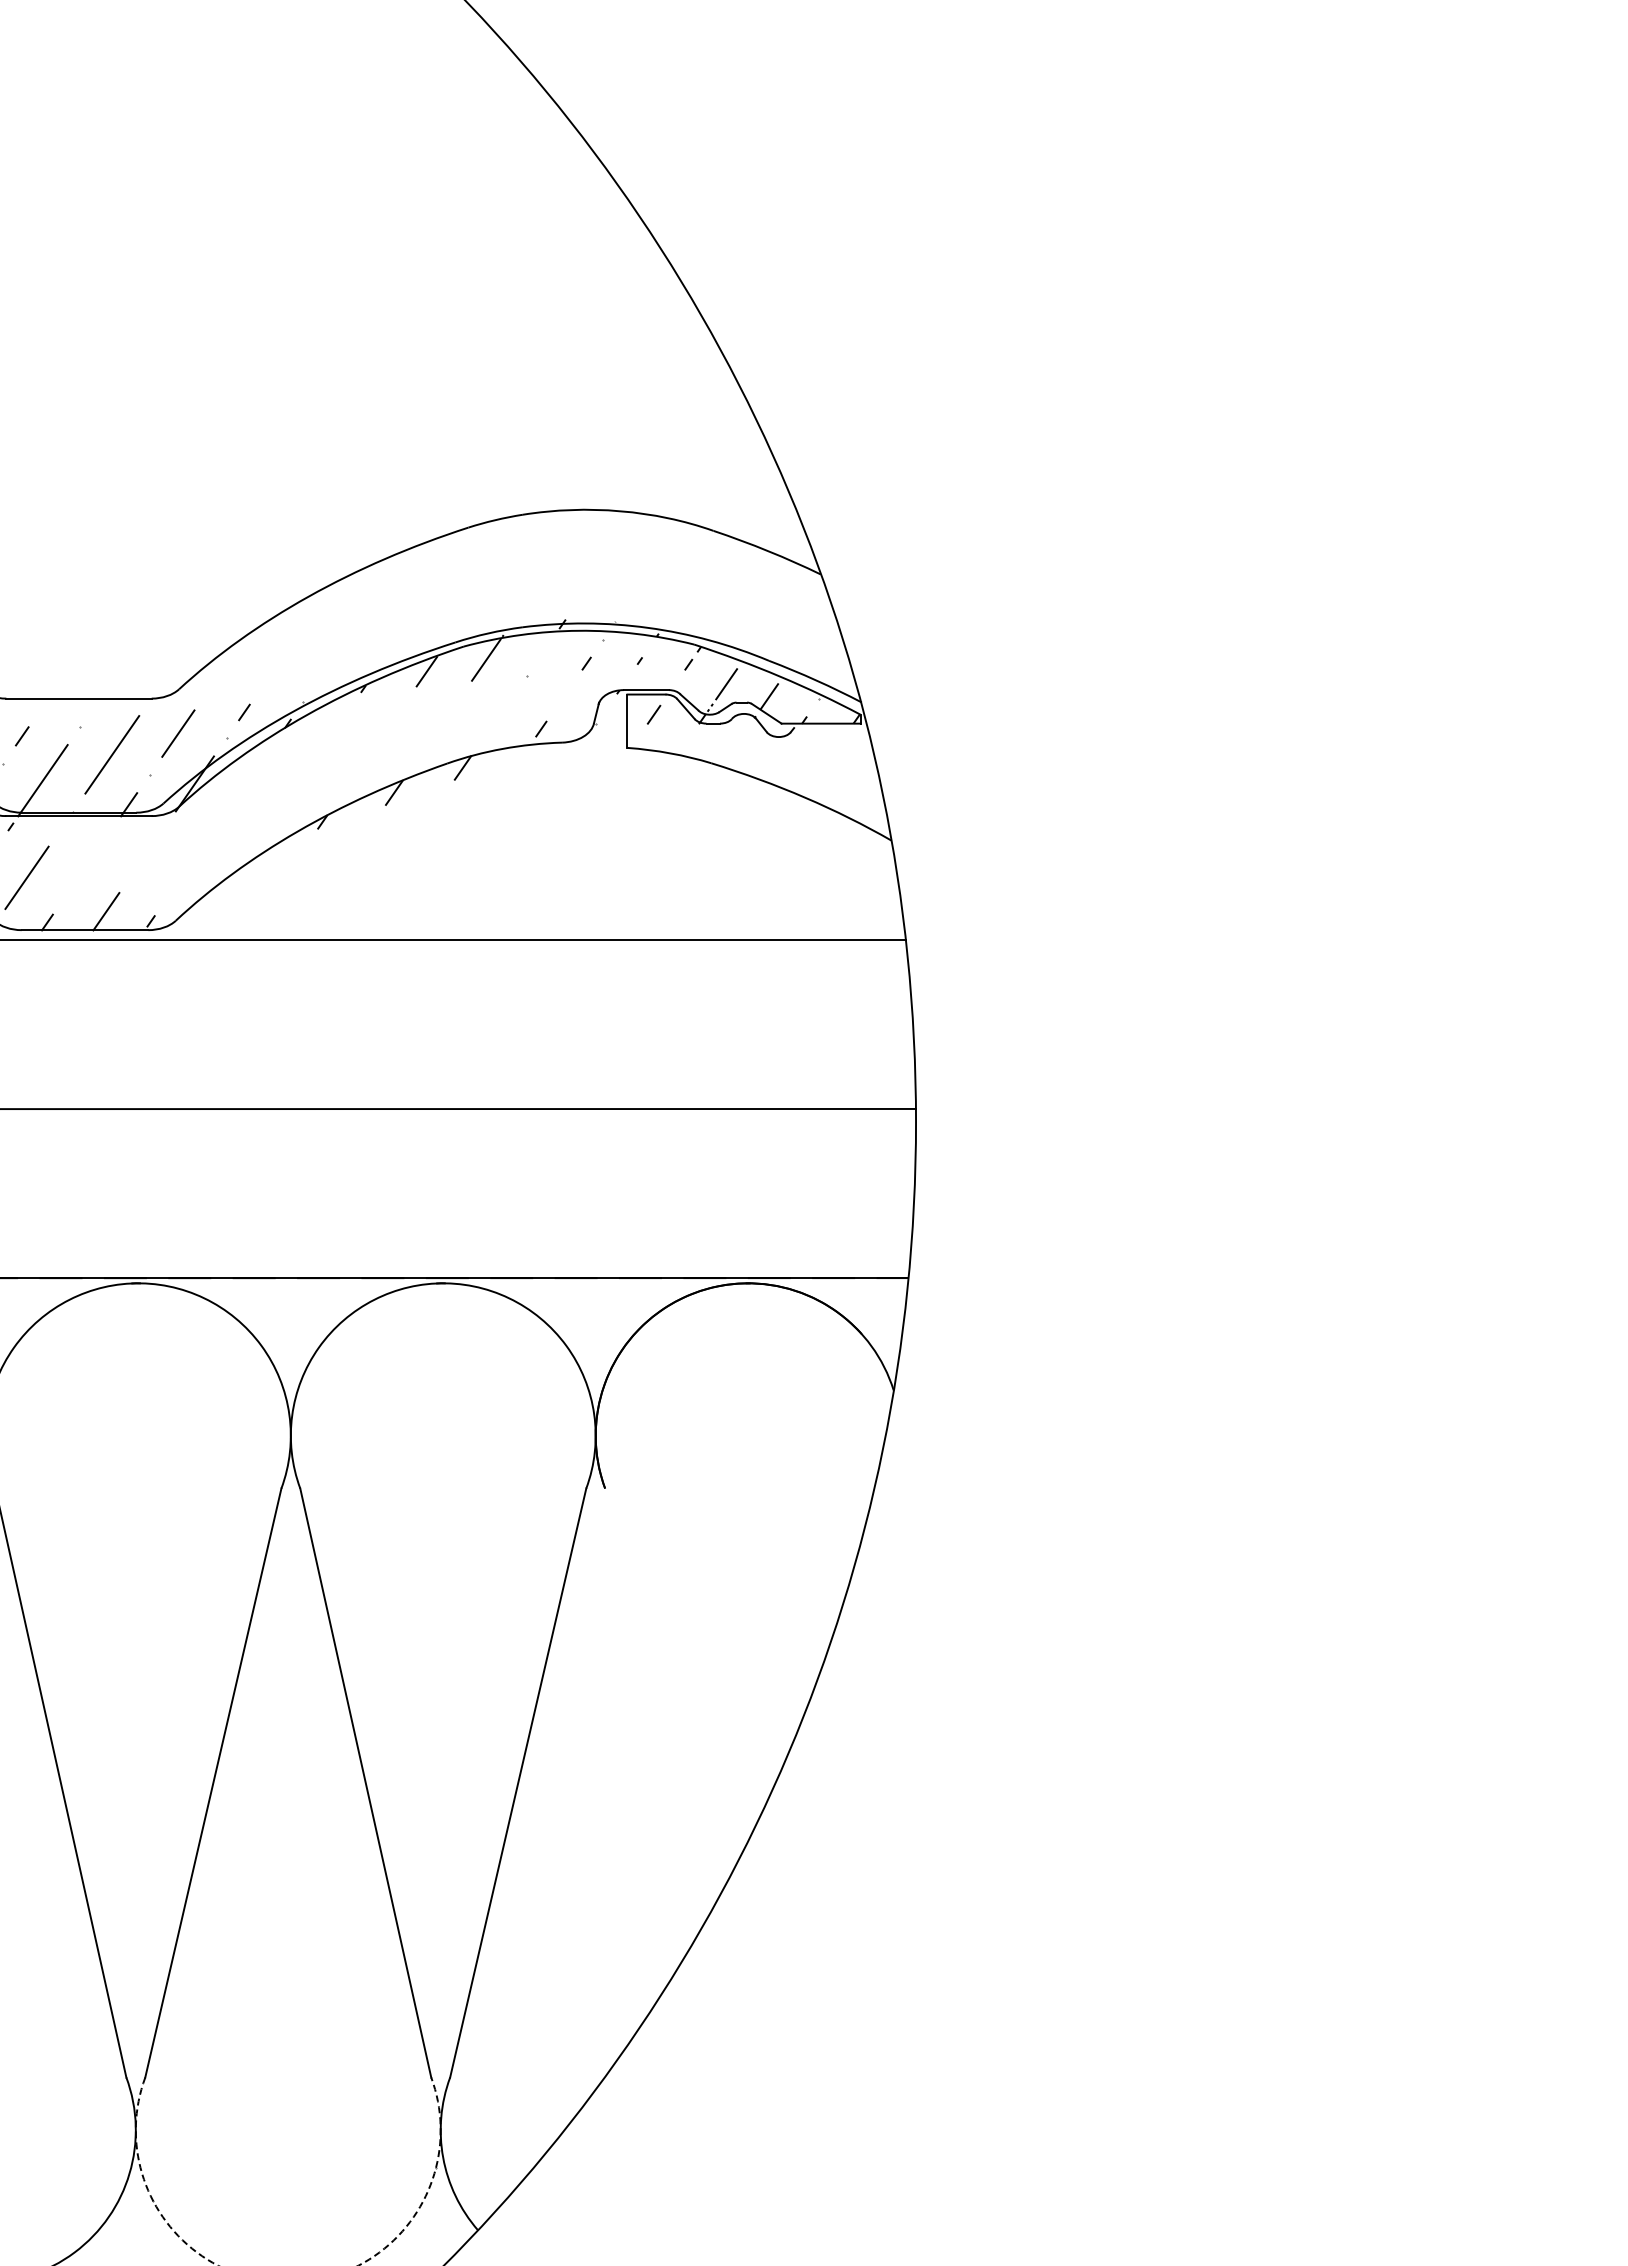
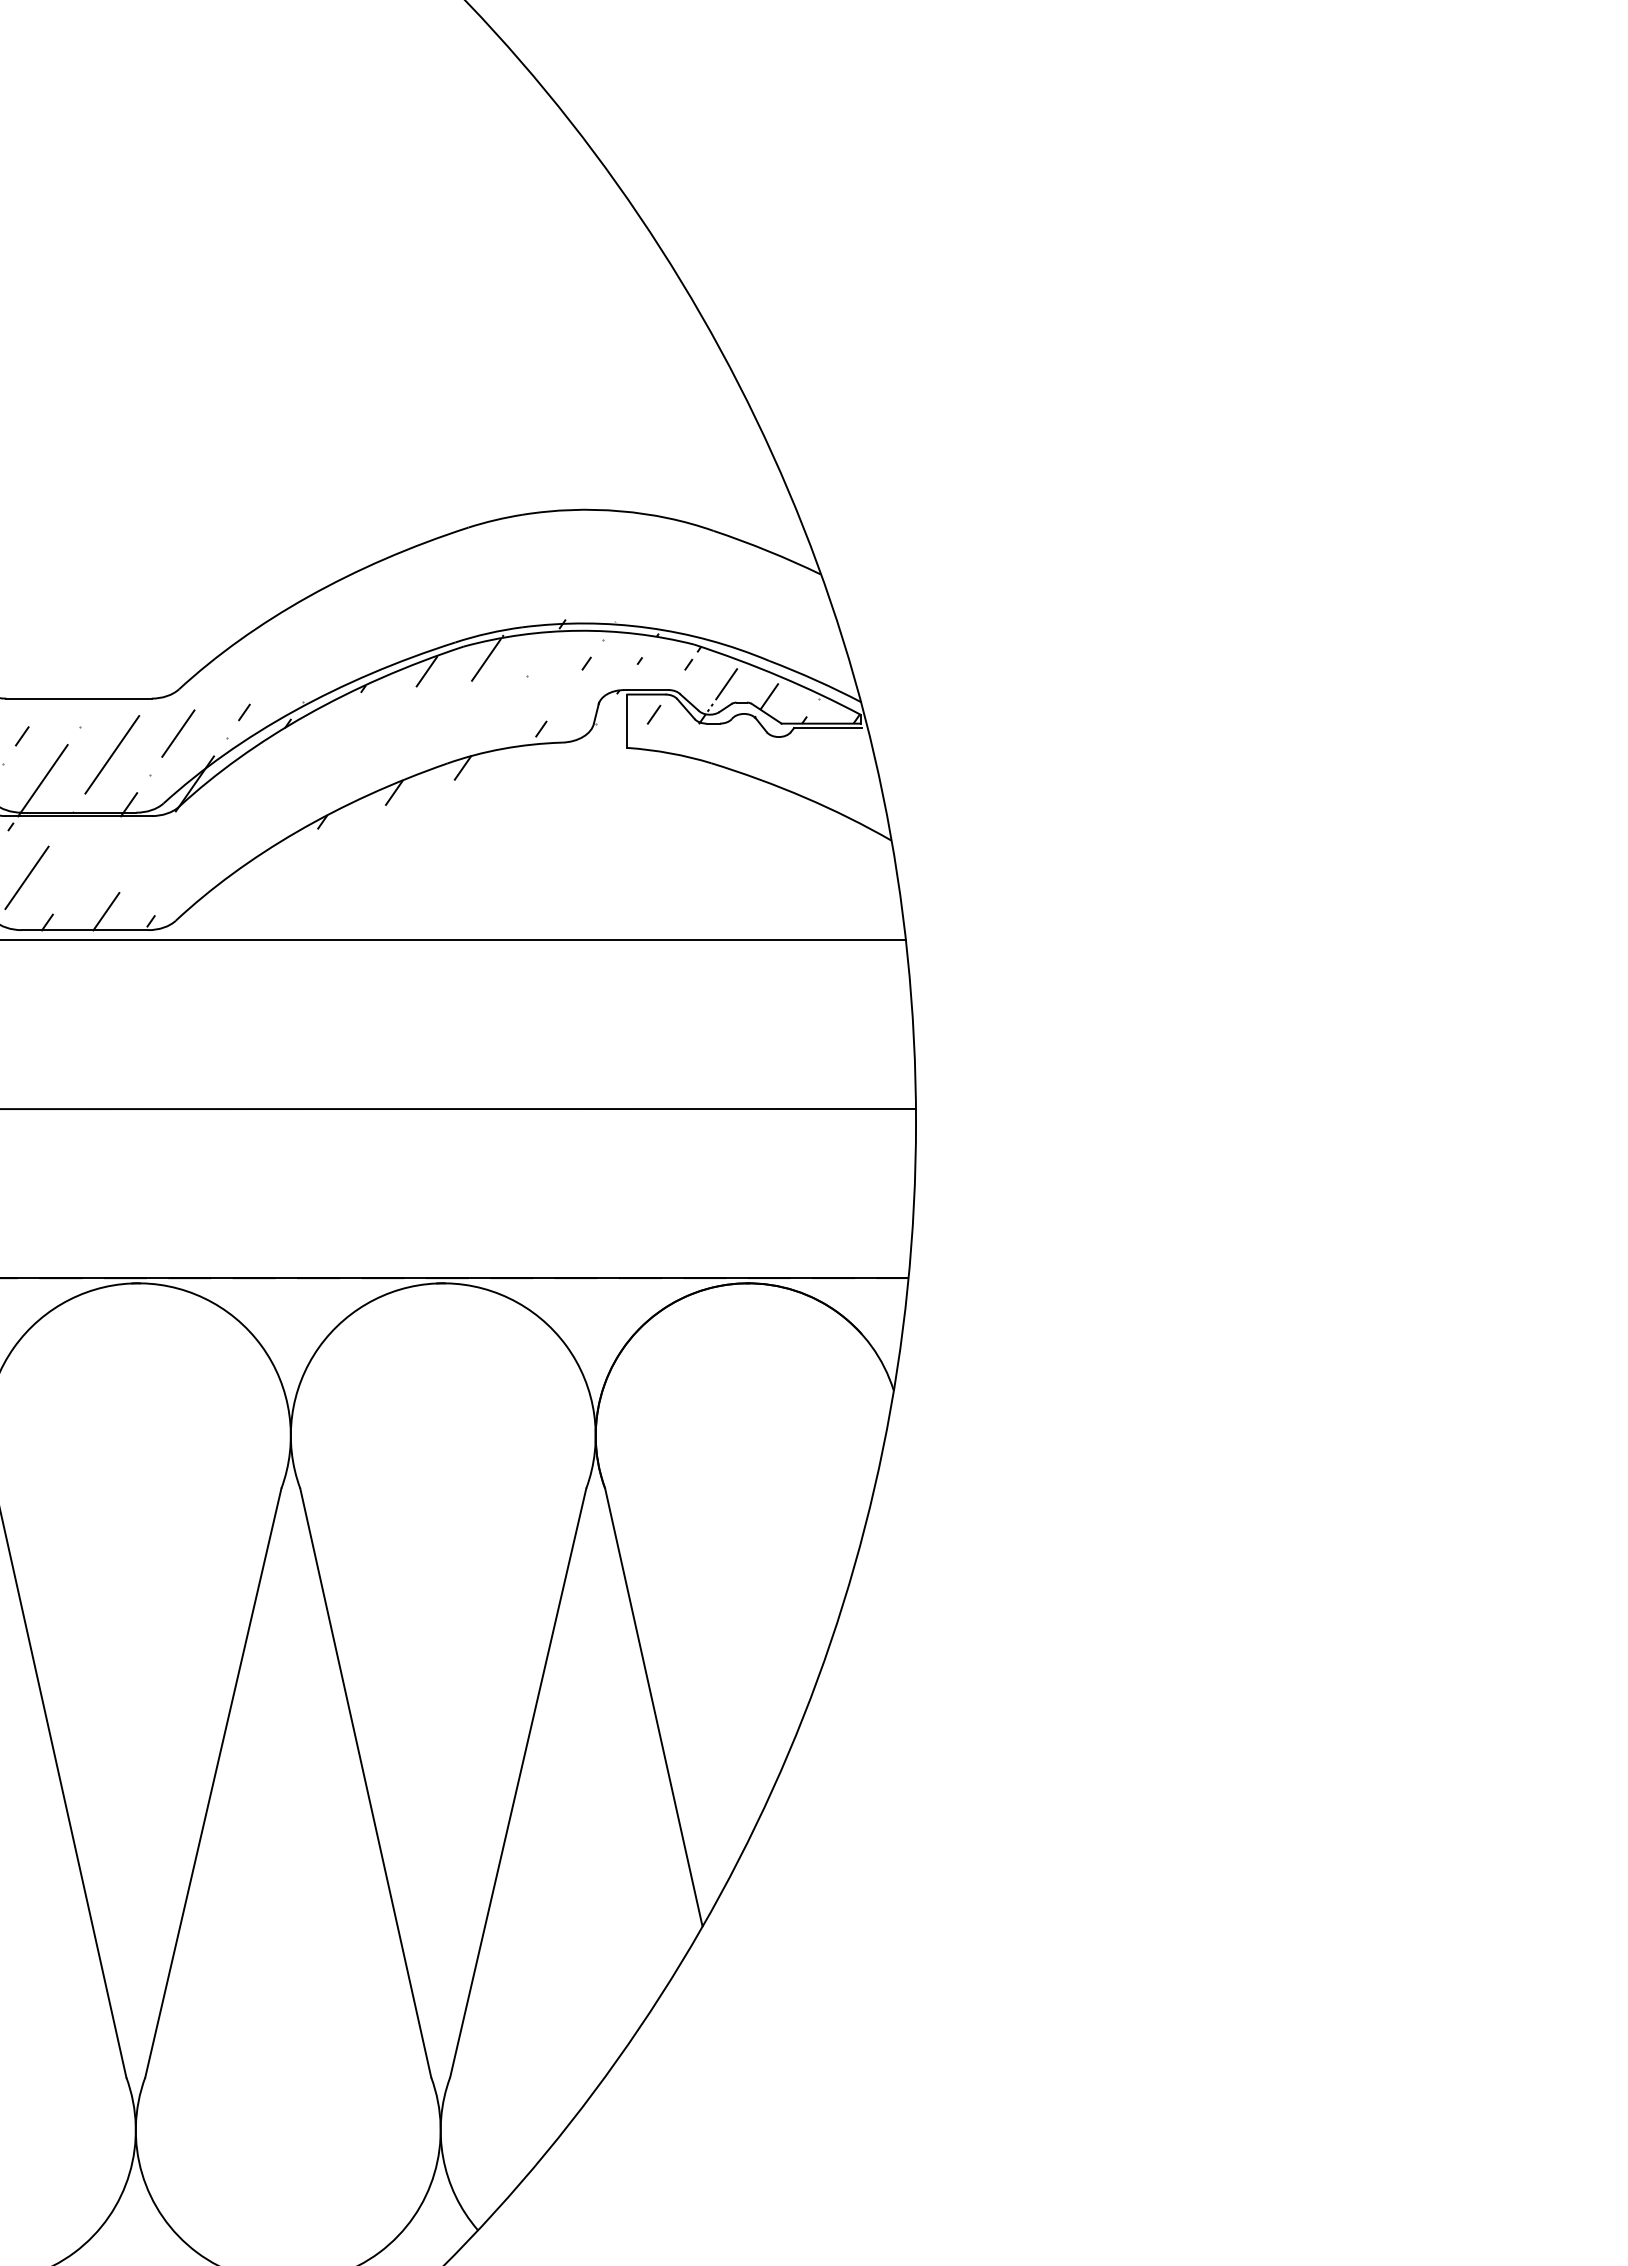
line at (827, 728): none -> present
line at (653, 1707): none -> present
arc at (358, 2265): dashed -> solid
